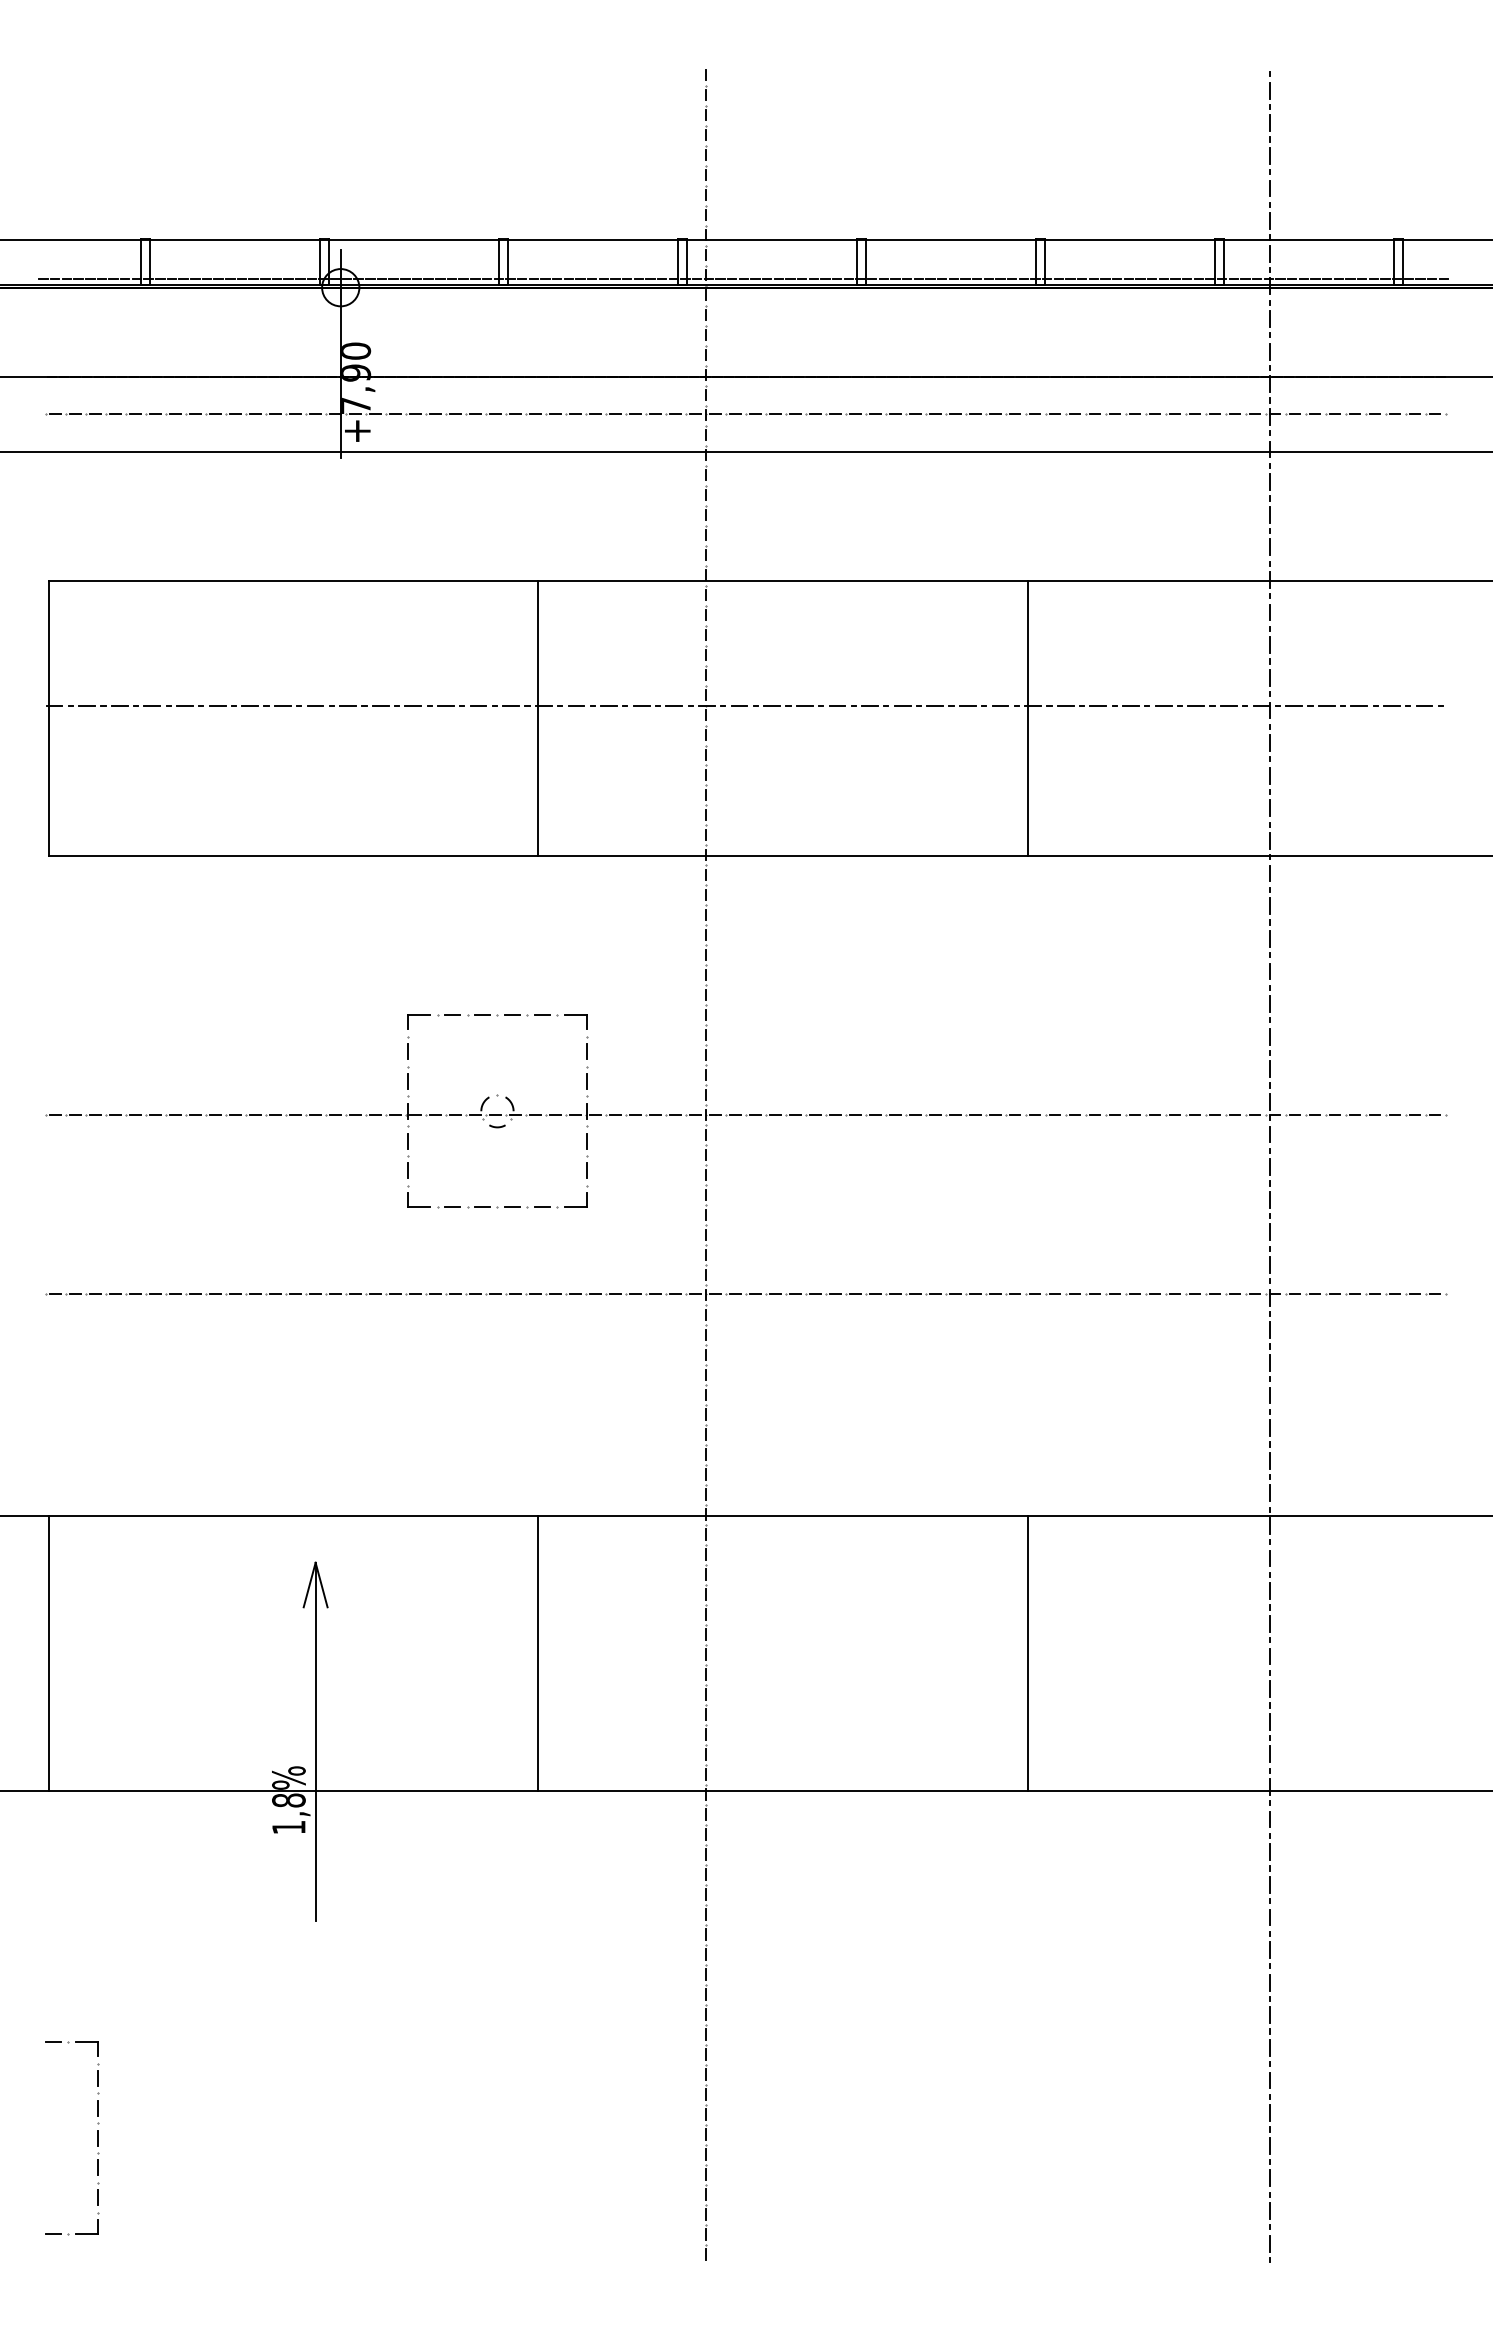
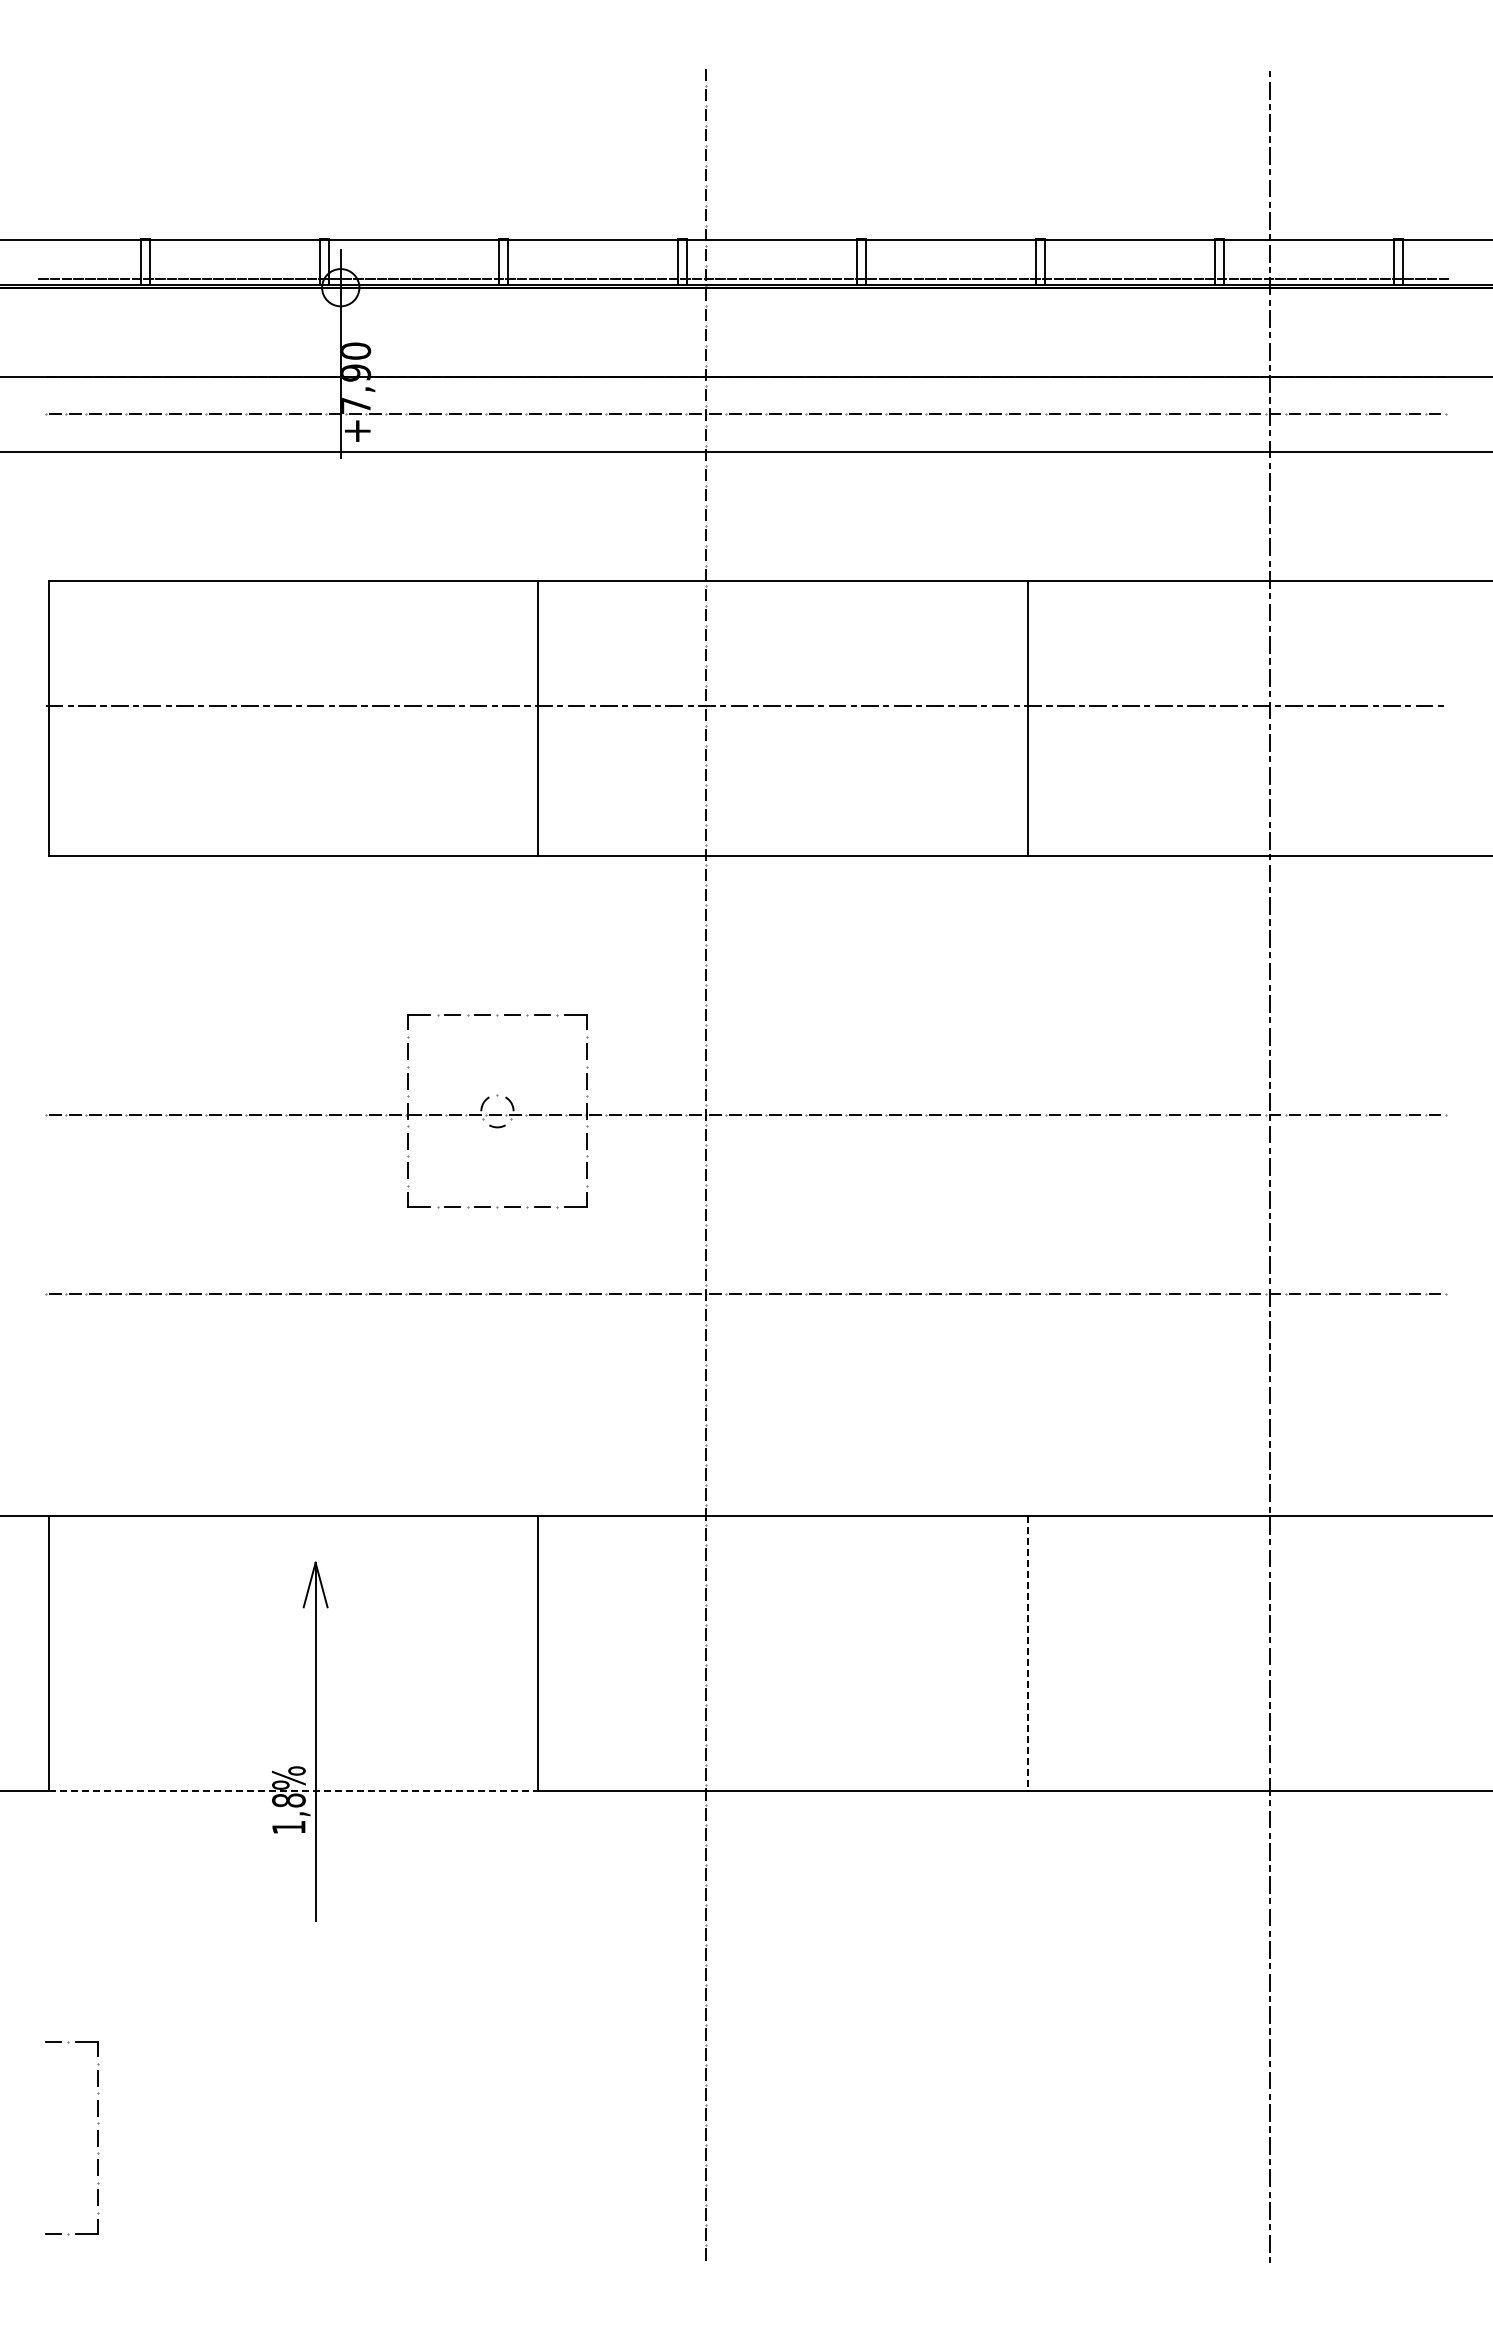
line at (1027, 1653): solid -> dashed
line at (293, 1790): solid -> dashed
